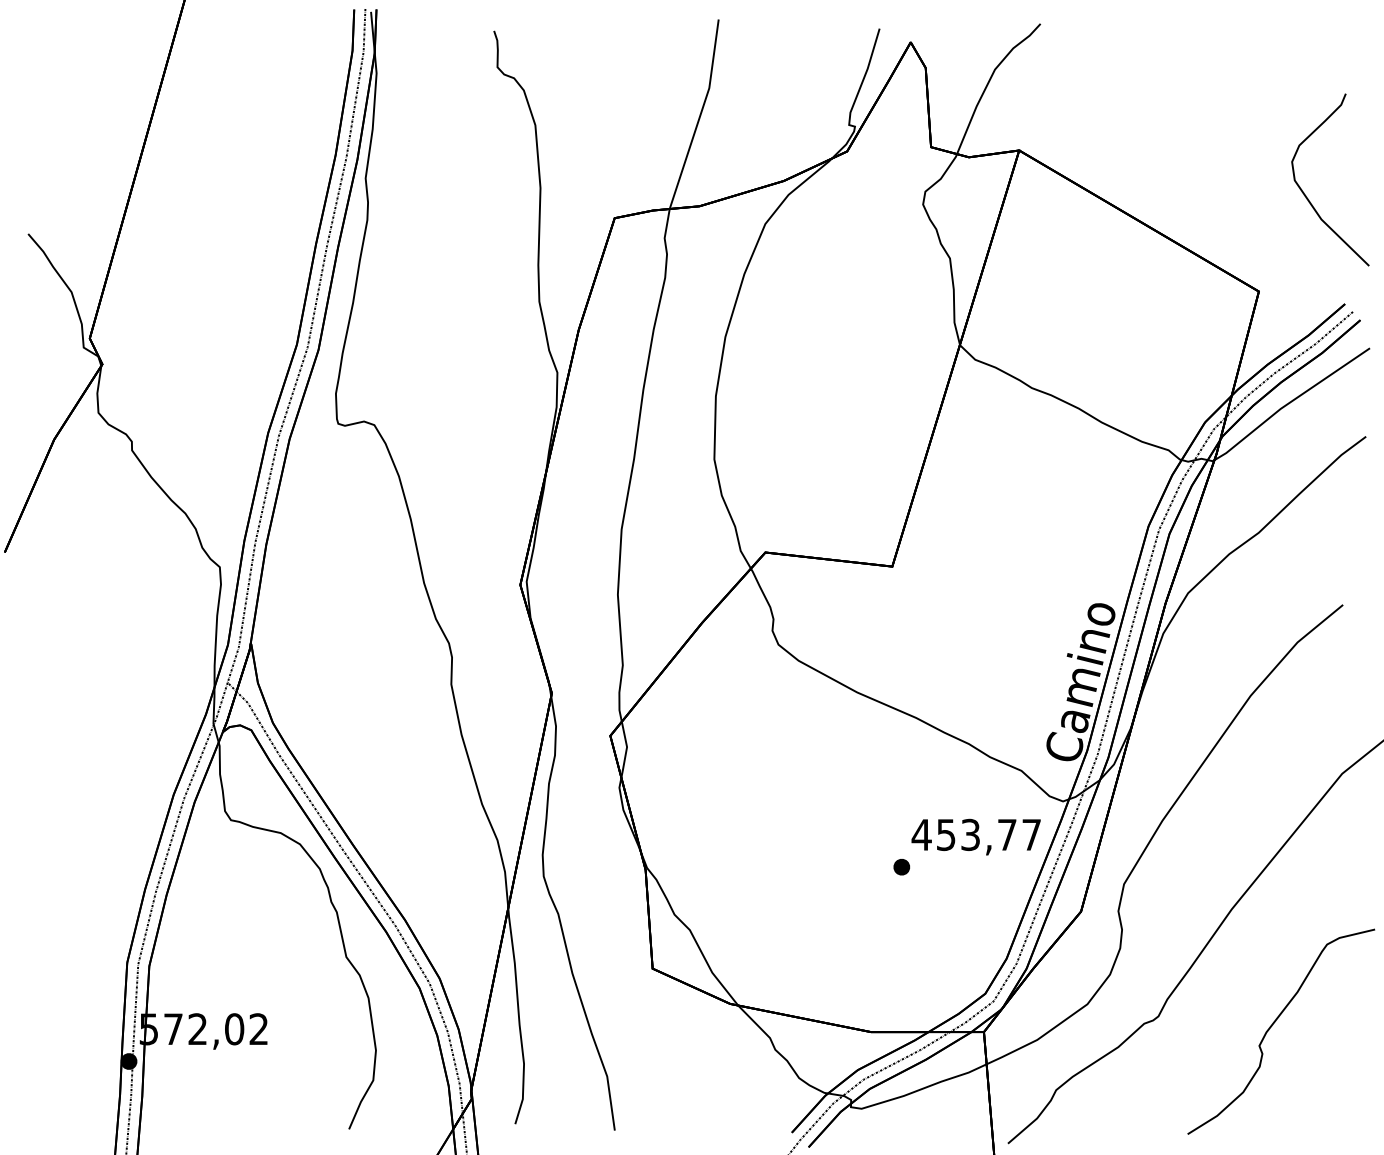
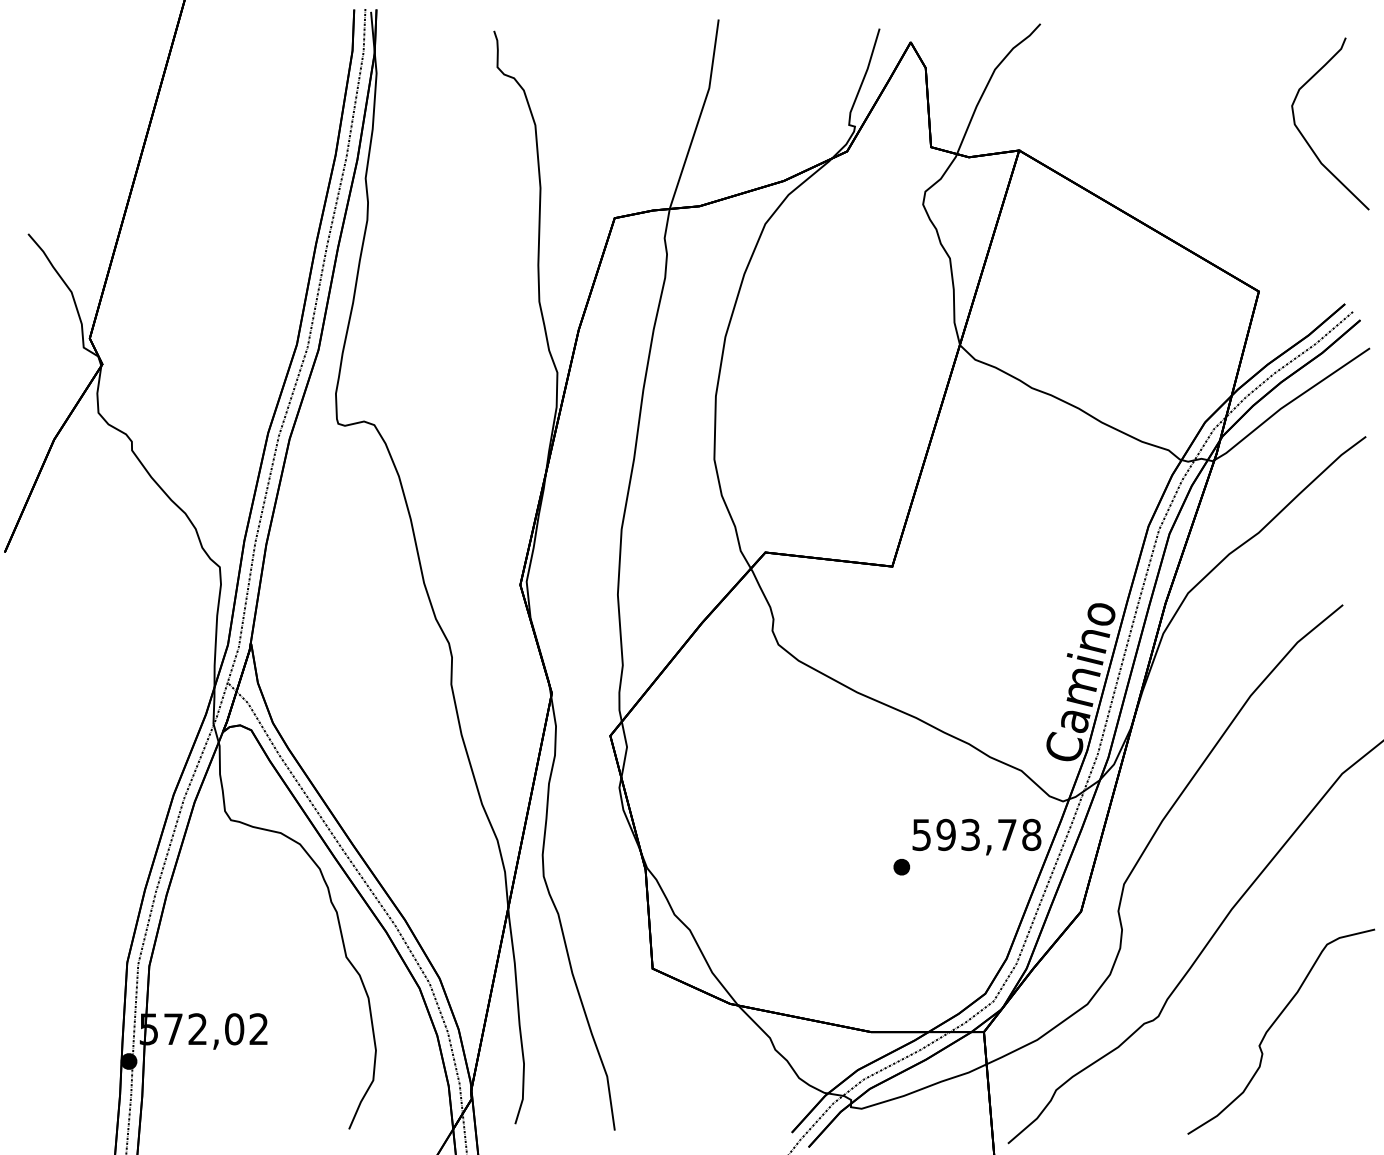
curve at (1306, 195) position: (1306, 195) -> (1306, 139)
text at (976, 834): 453,77 -> 593,78
